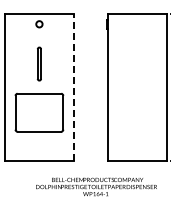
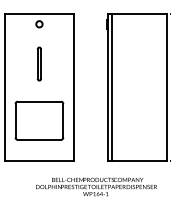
line at (112, 86): none -> present
line at (73, 87): dashed -> solid
part at (39, 112) position: (39, 112) -> (39, 120)
